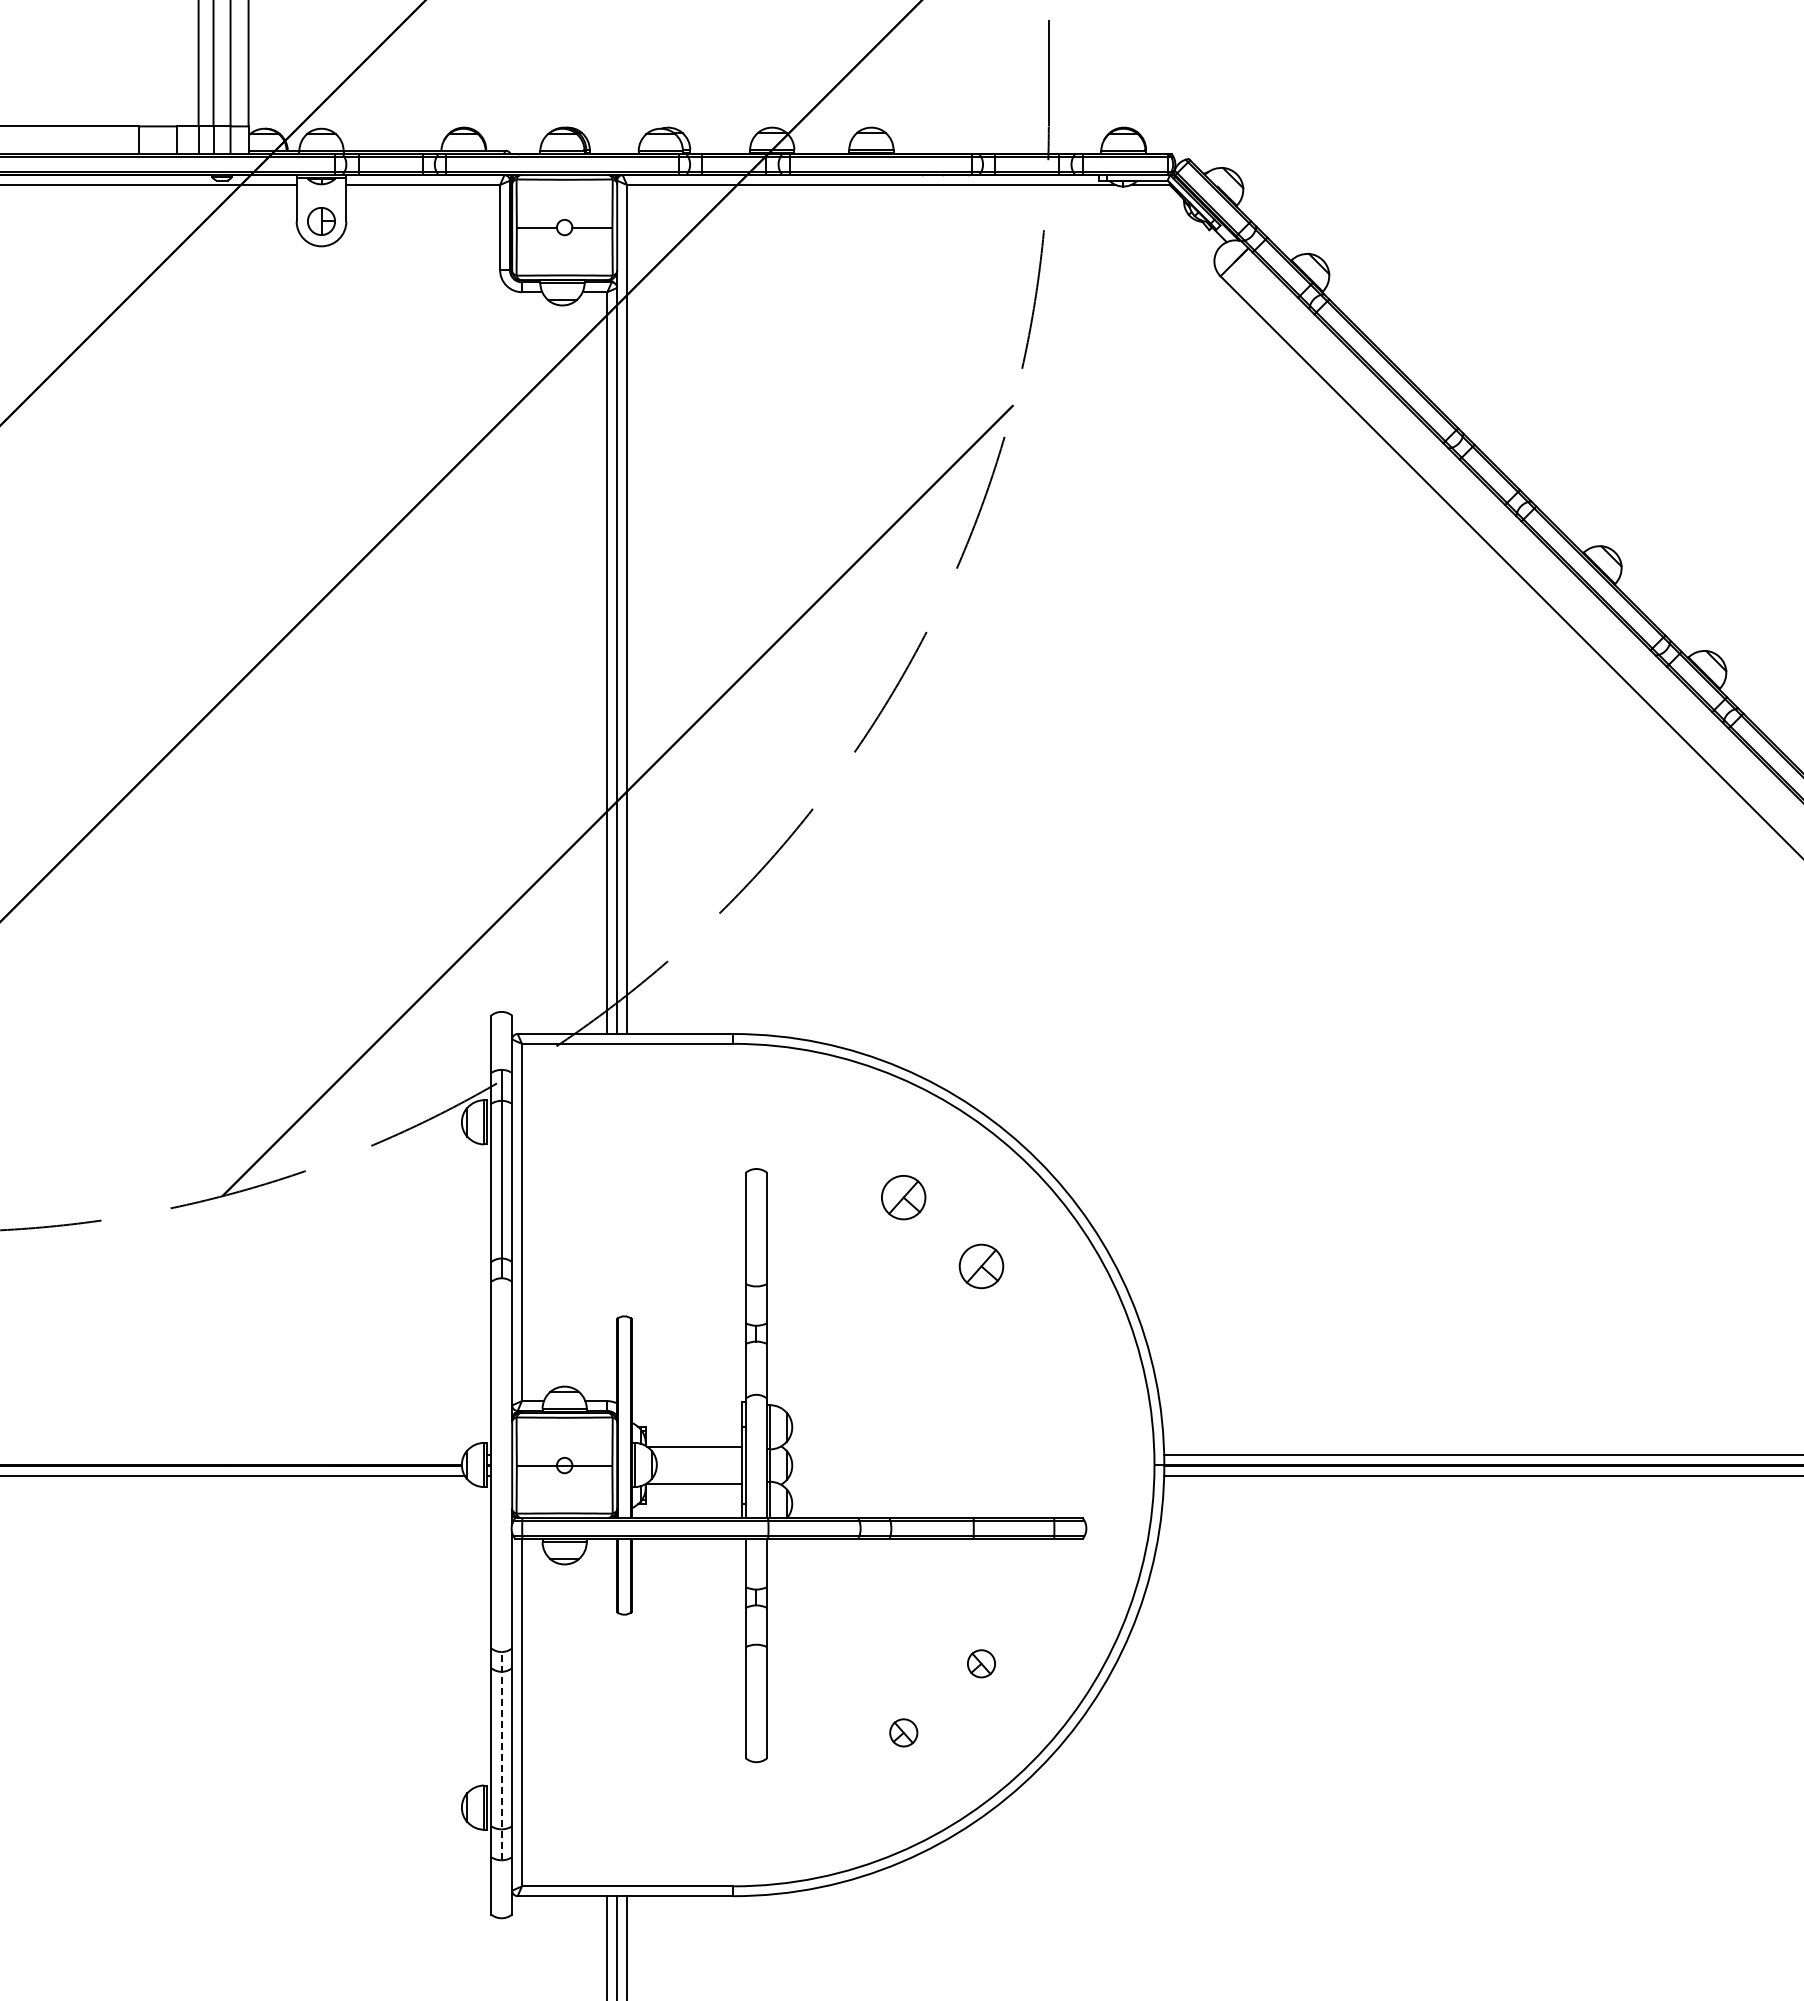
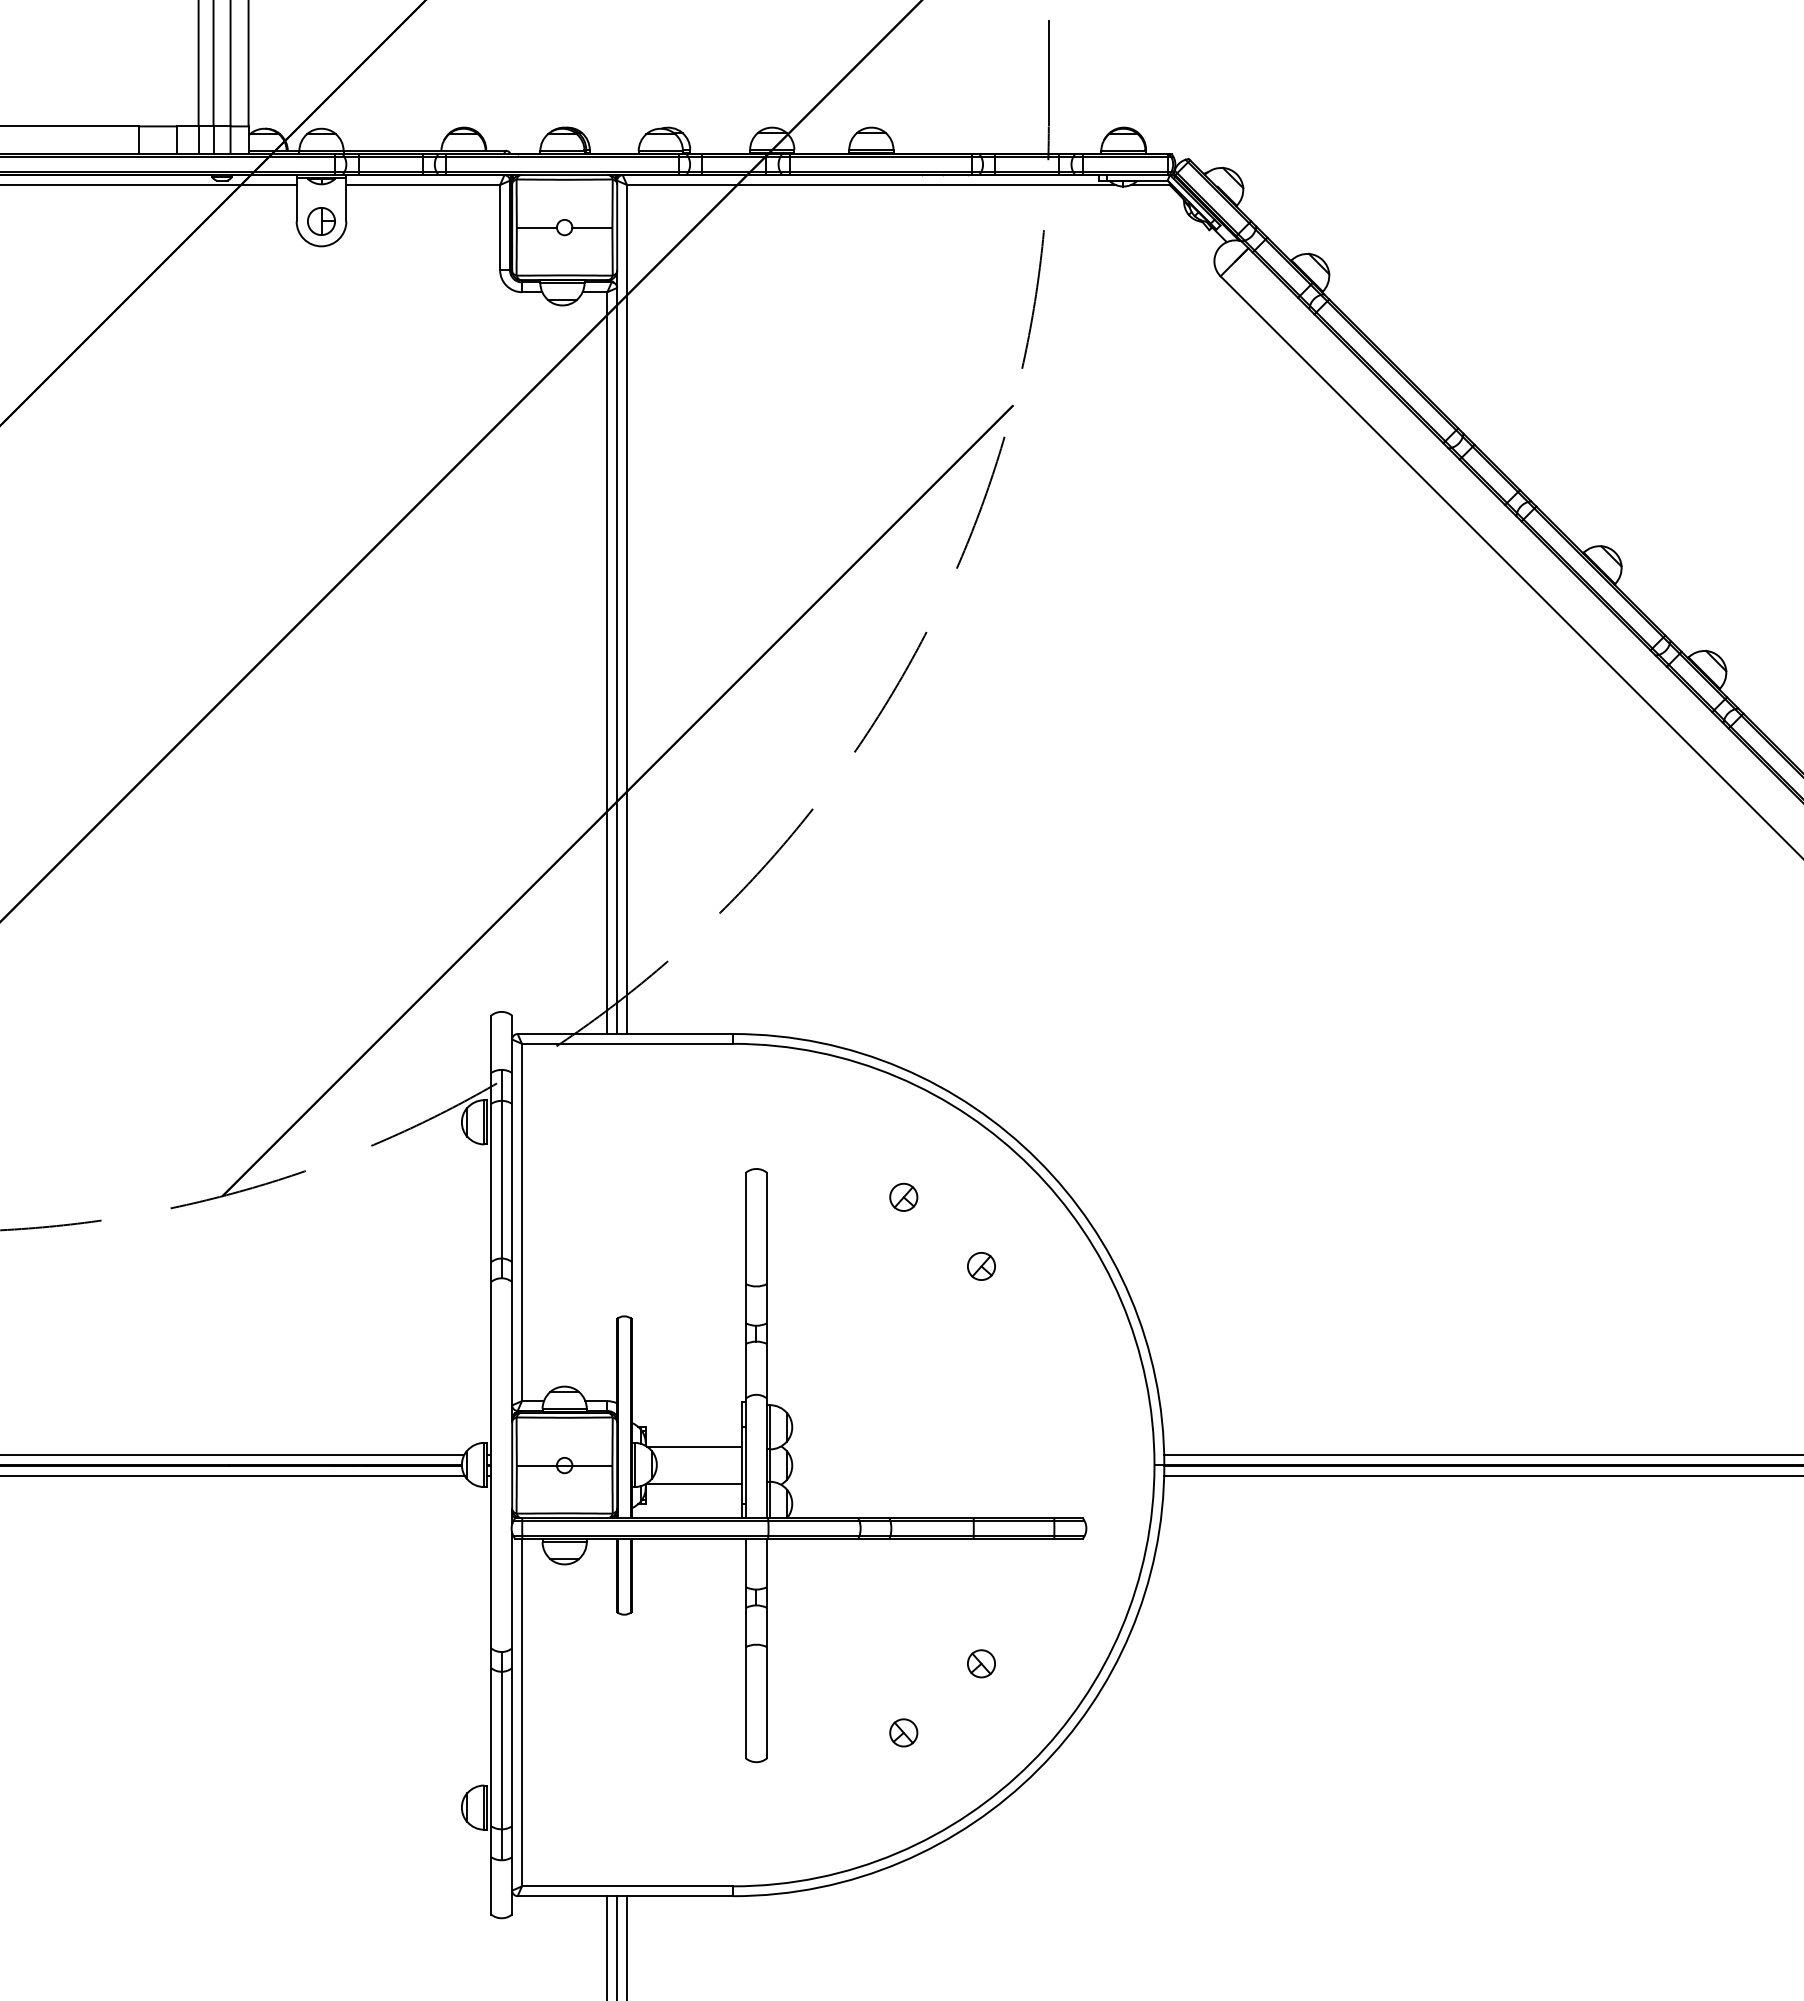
part at (903, 1197) size: 46x46 px -> 30x30 px
part at (981, 1266) size: 47x47 px -> 29x29 px
line at (233, 1455): none -> present
line at (501, 1755): dashed -> solid
